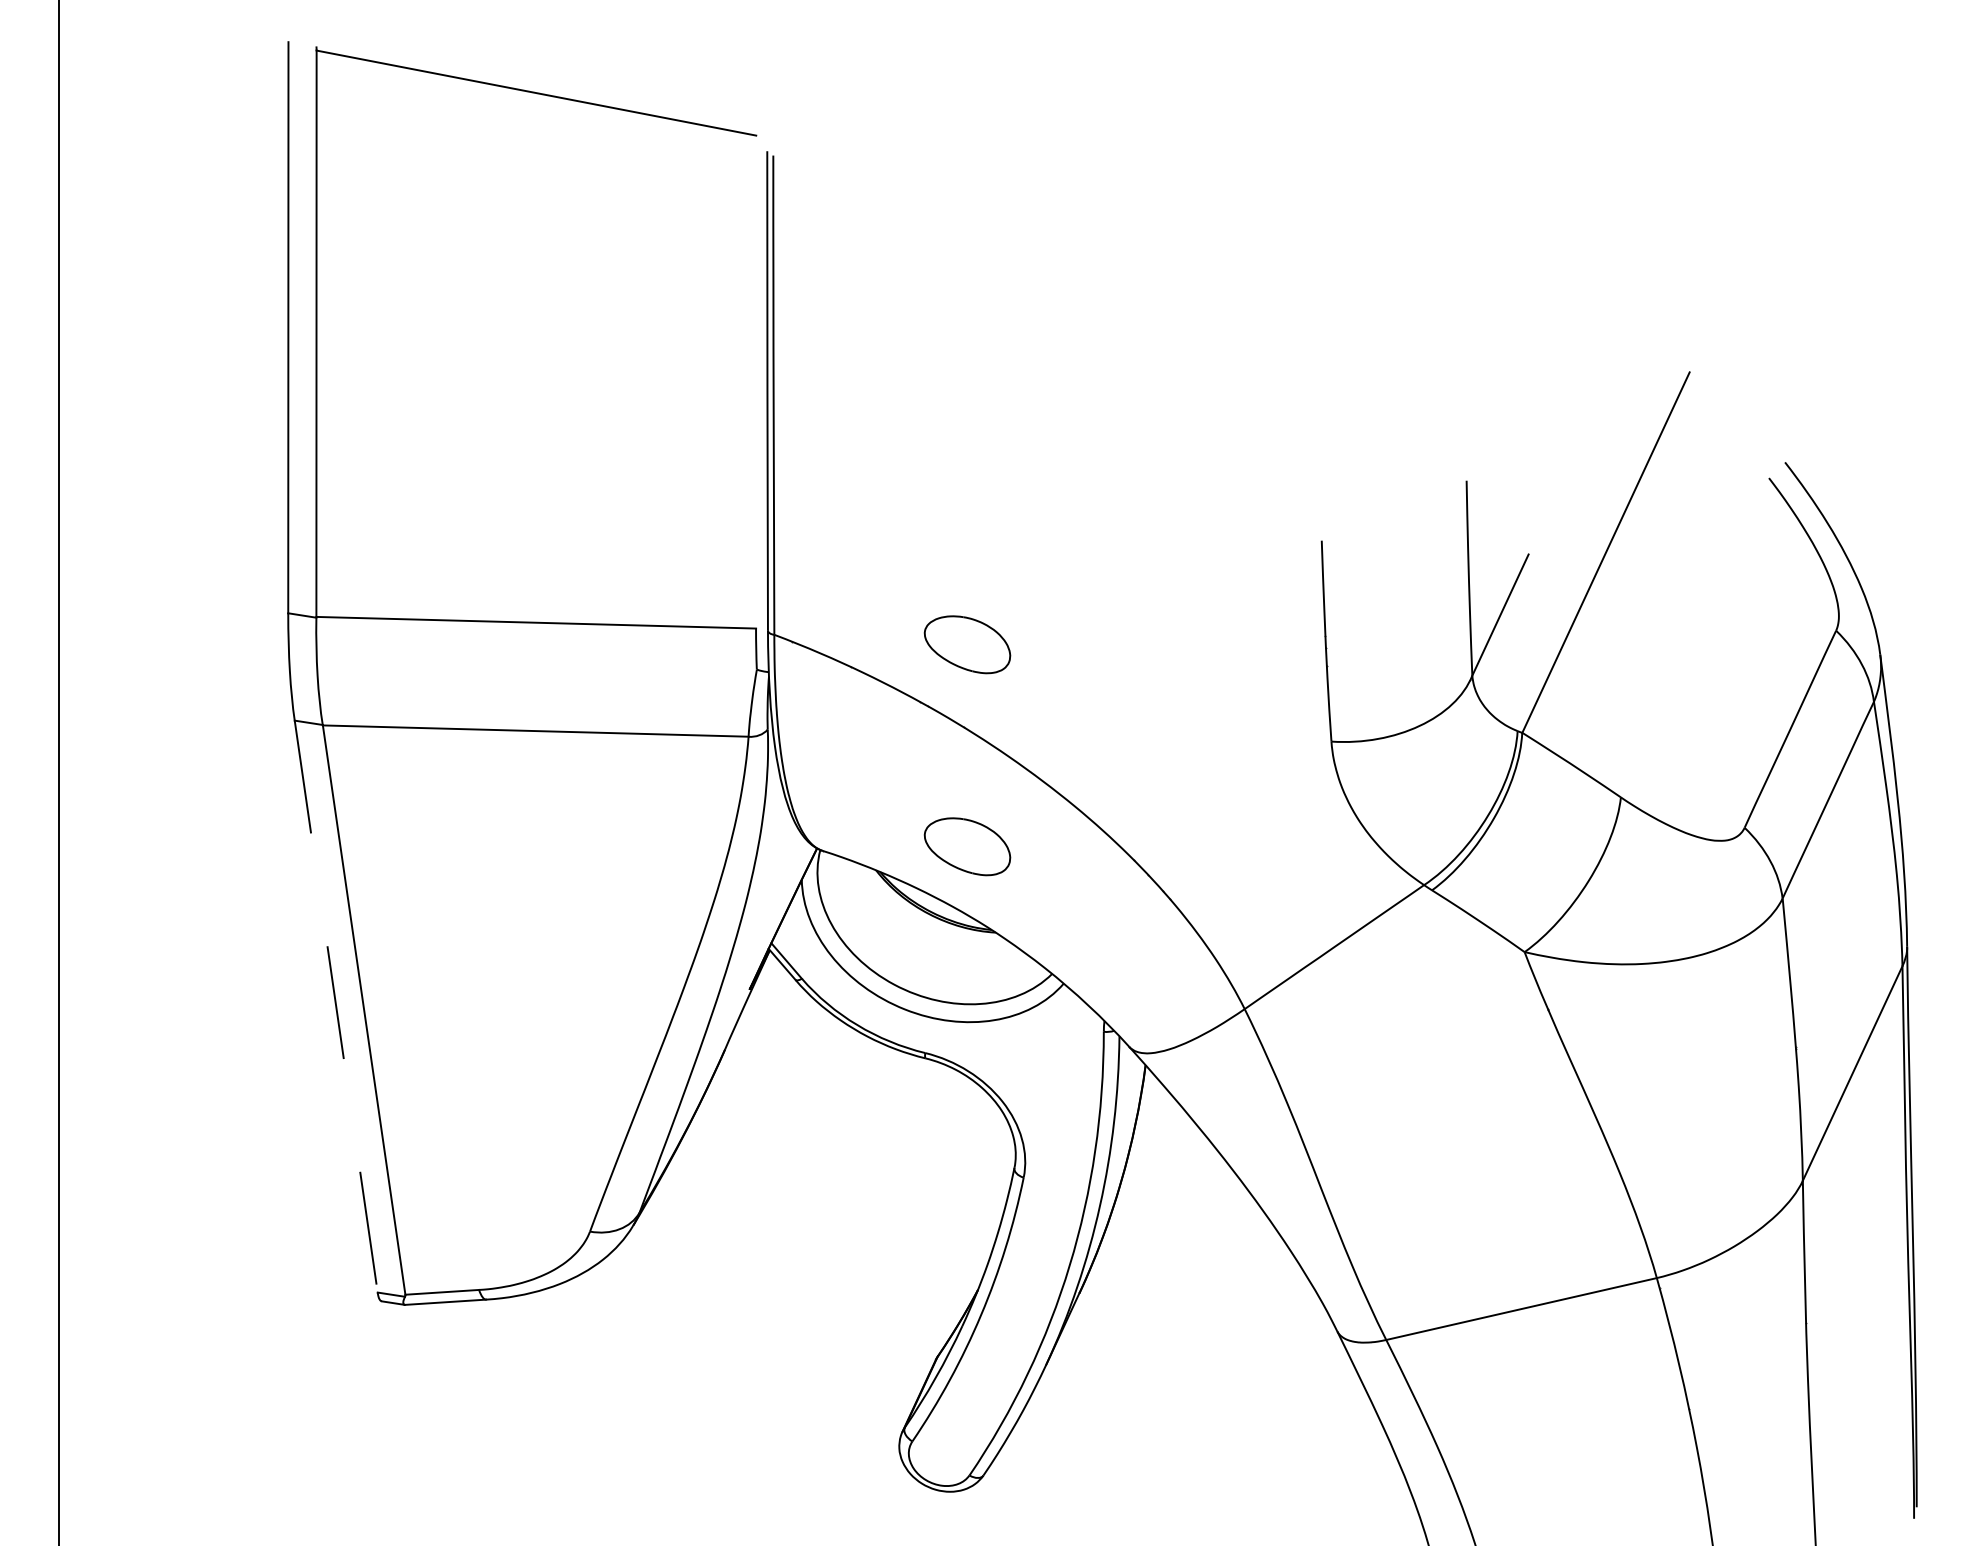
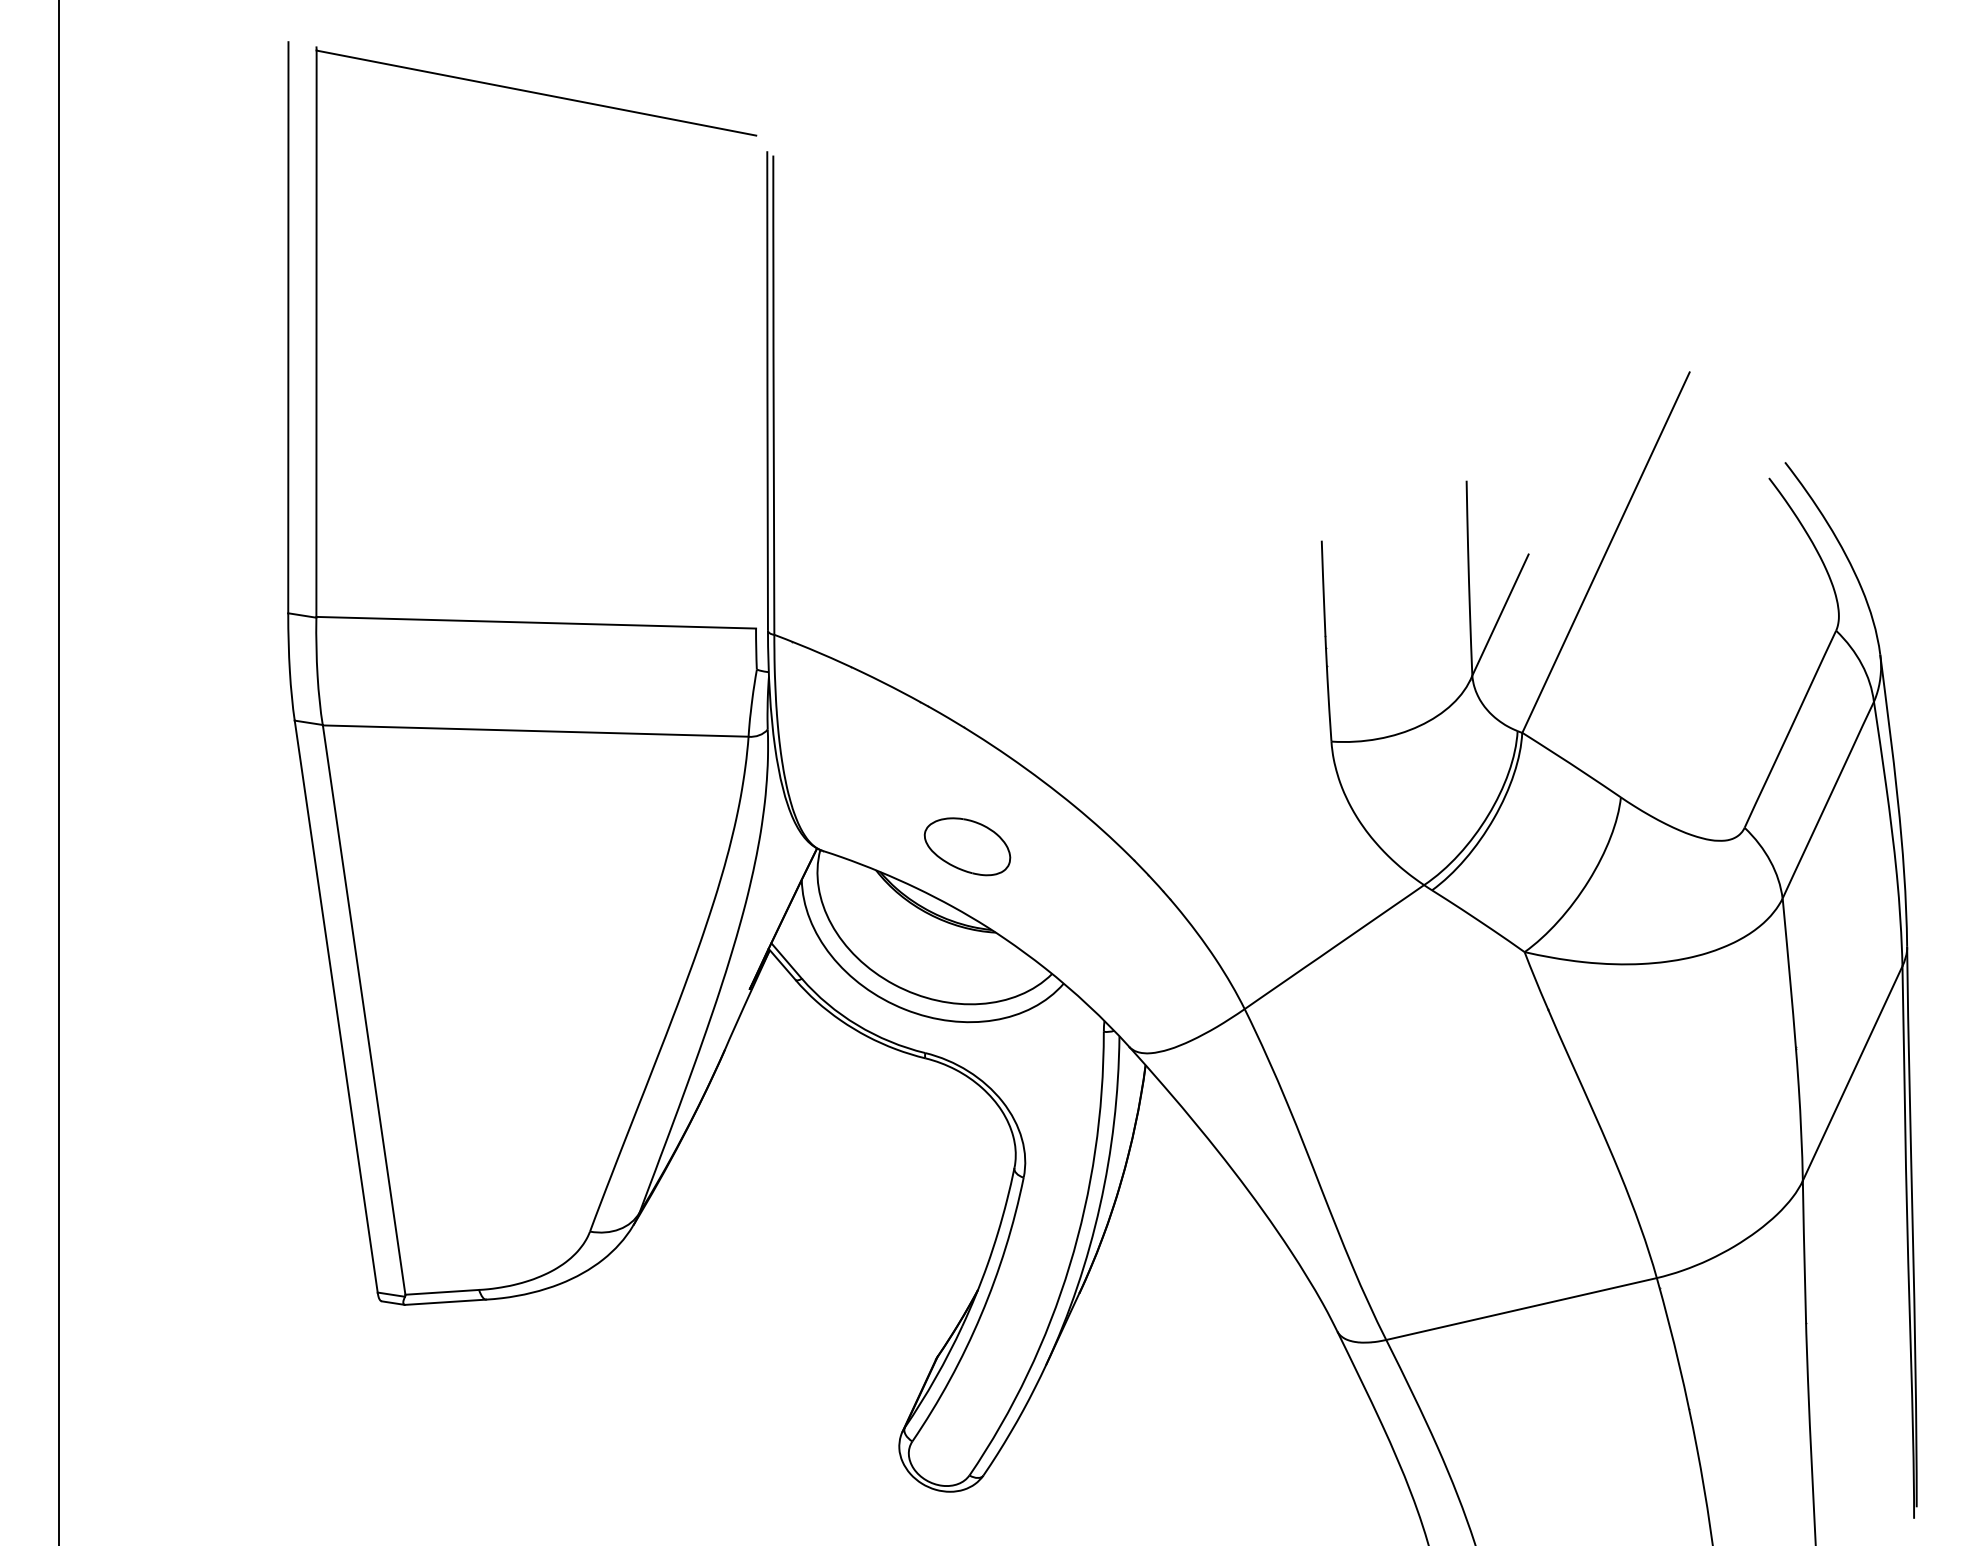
part at (967, 644): present -> none
line at (336, 1006): dashed -> solid
